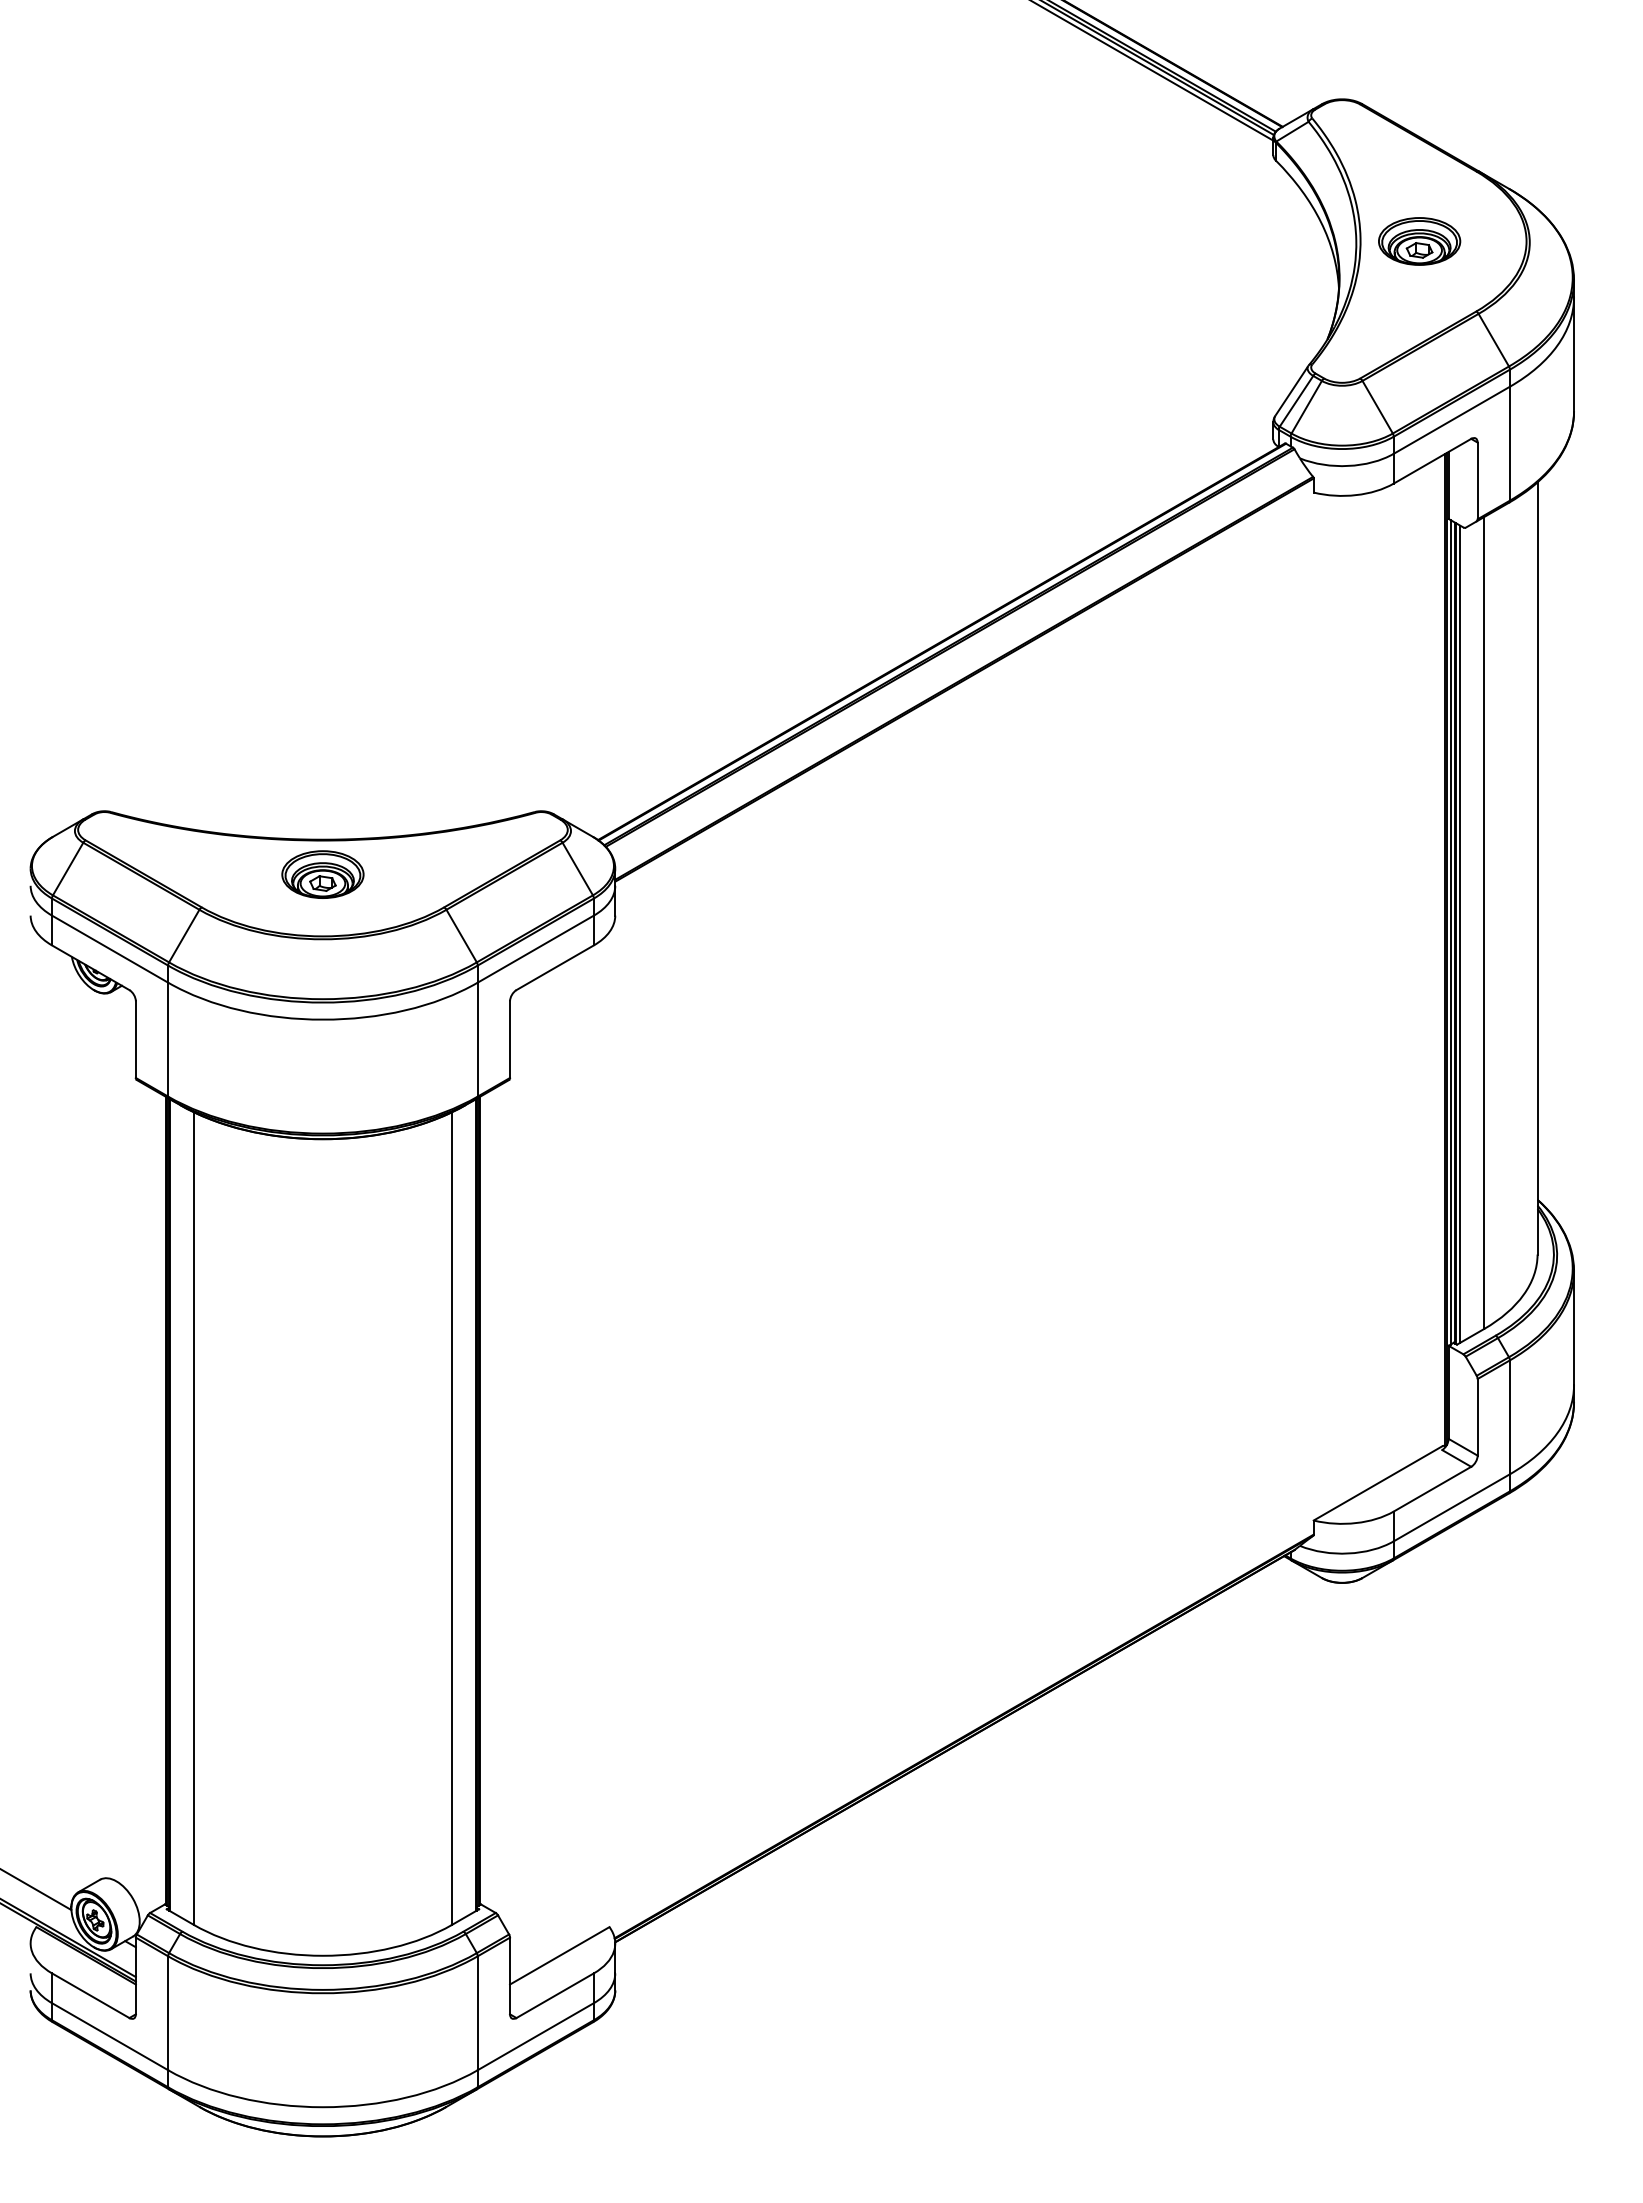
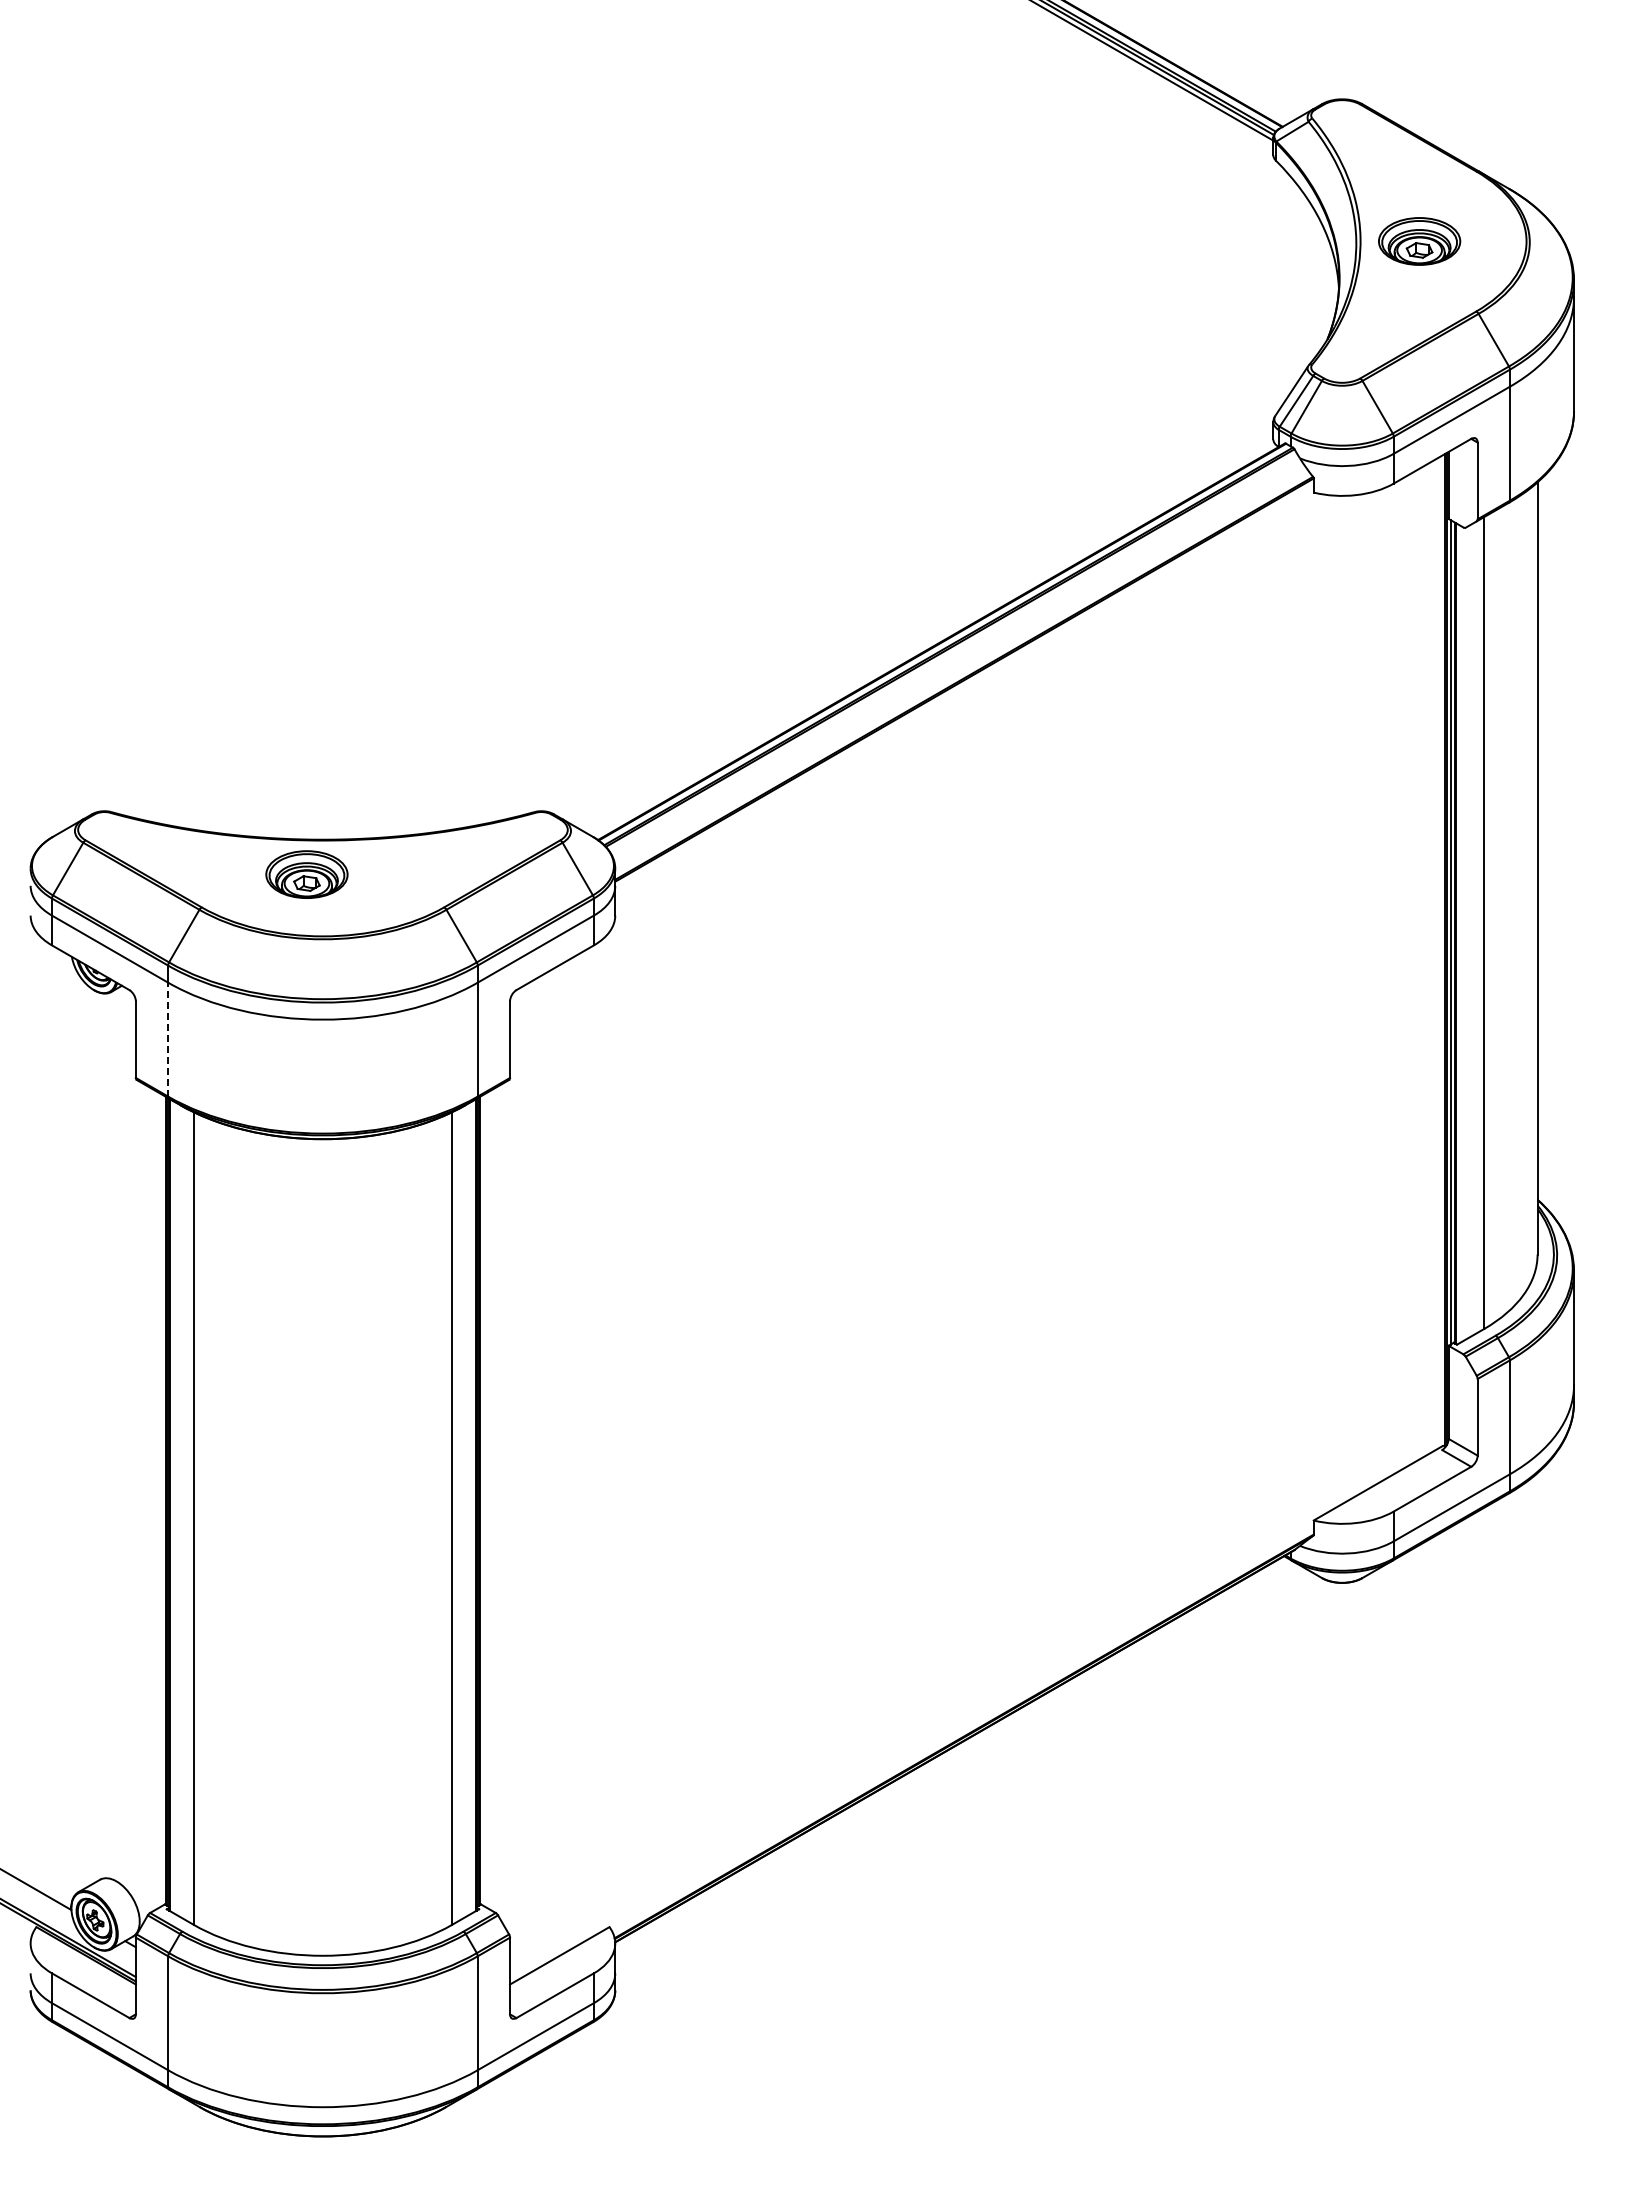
part at (322, 874) position: (322, 874) -> (306, 874)
line at (1460, 933): present -> none
line at (168, 1039): solid -> dashed
